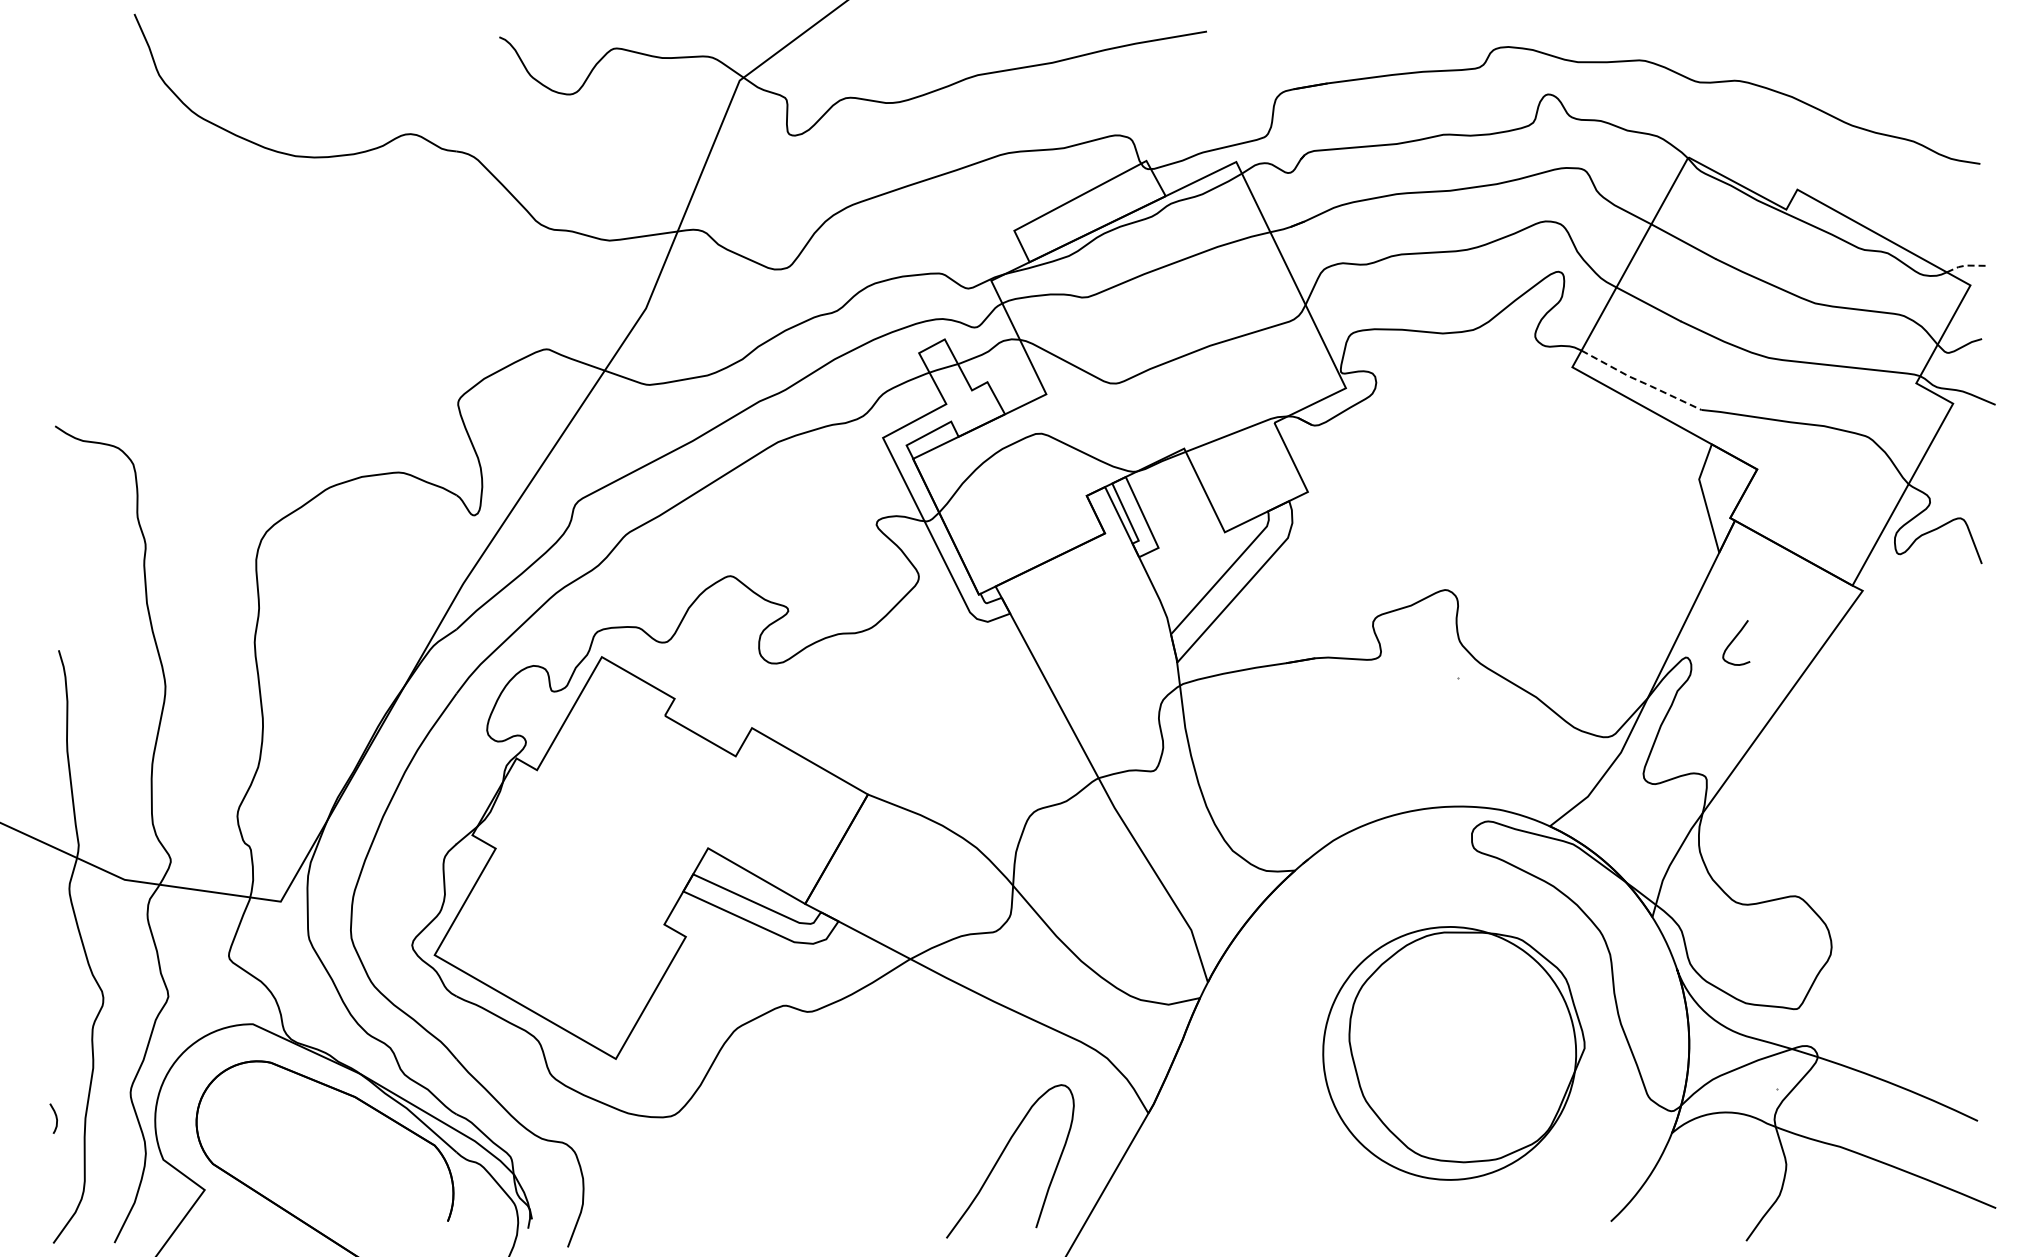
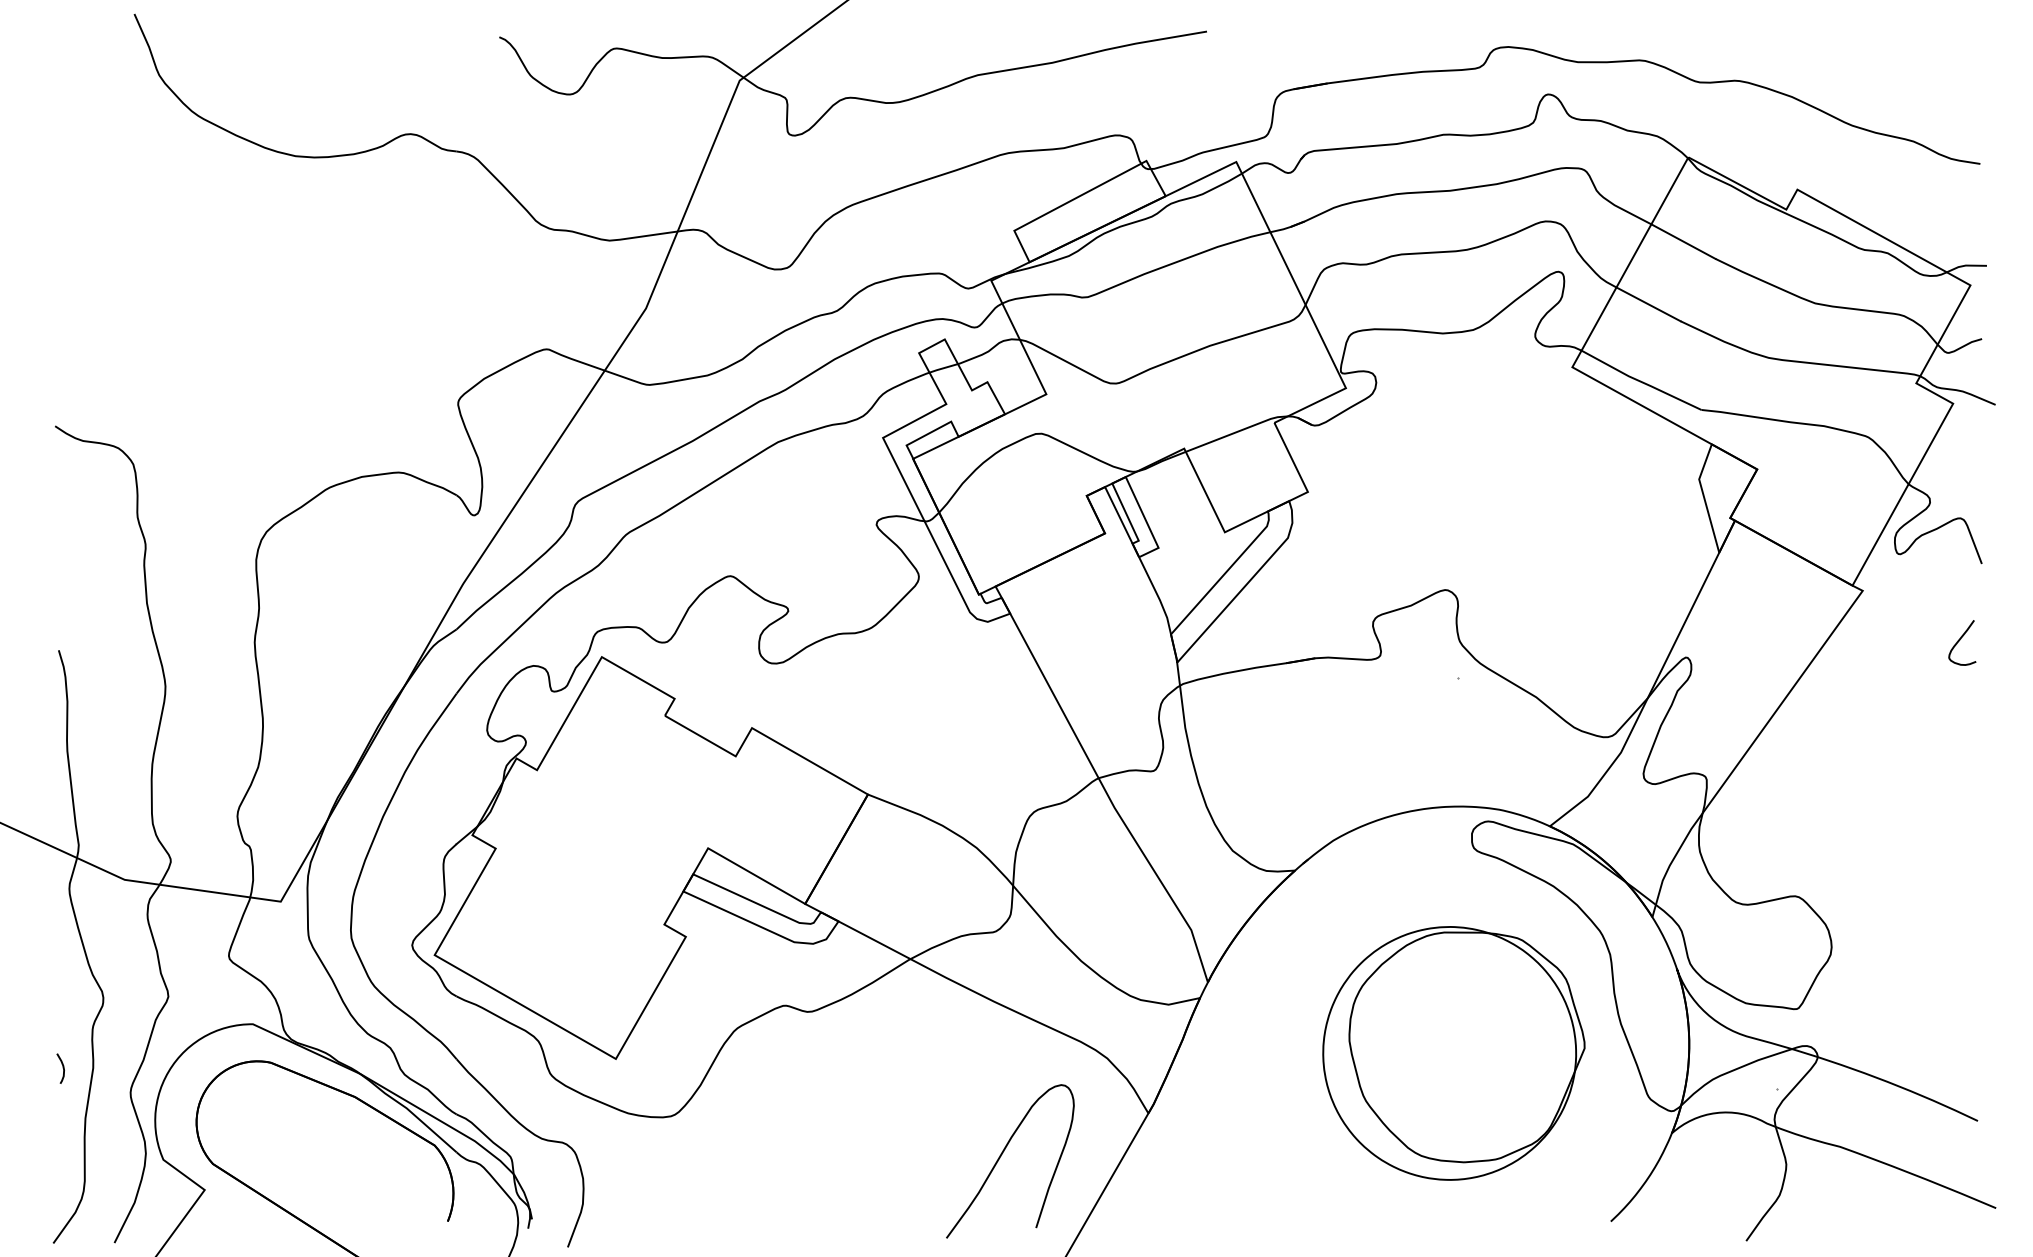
line at (1965, 265): dashed -> solid
line at (1641, 381): dashed -> solid
curve at (1734, 640) position: (1734, 640) -> (1960, 640)
curve at (55, 1118) position: (55, 1118) -> (62, 1068)
